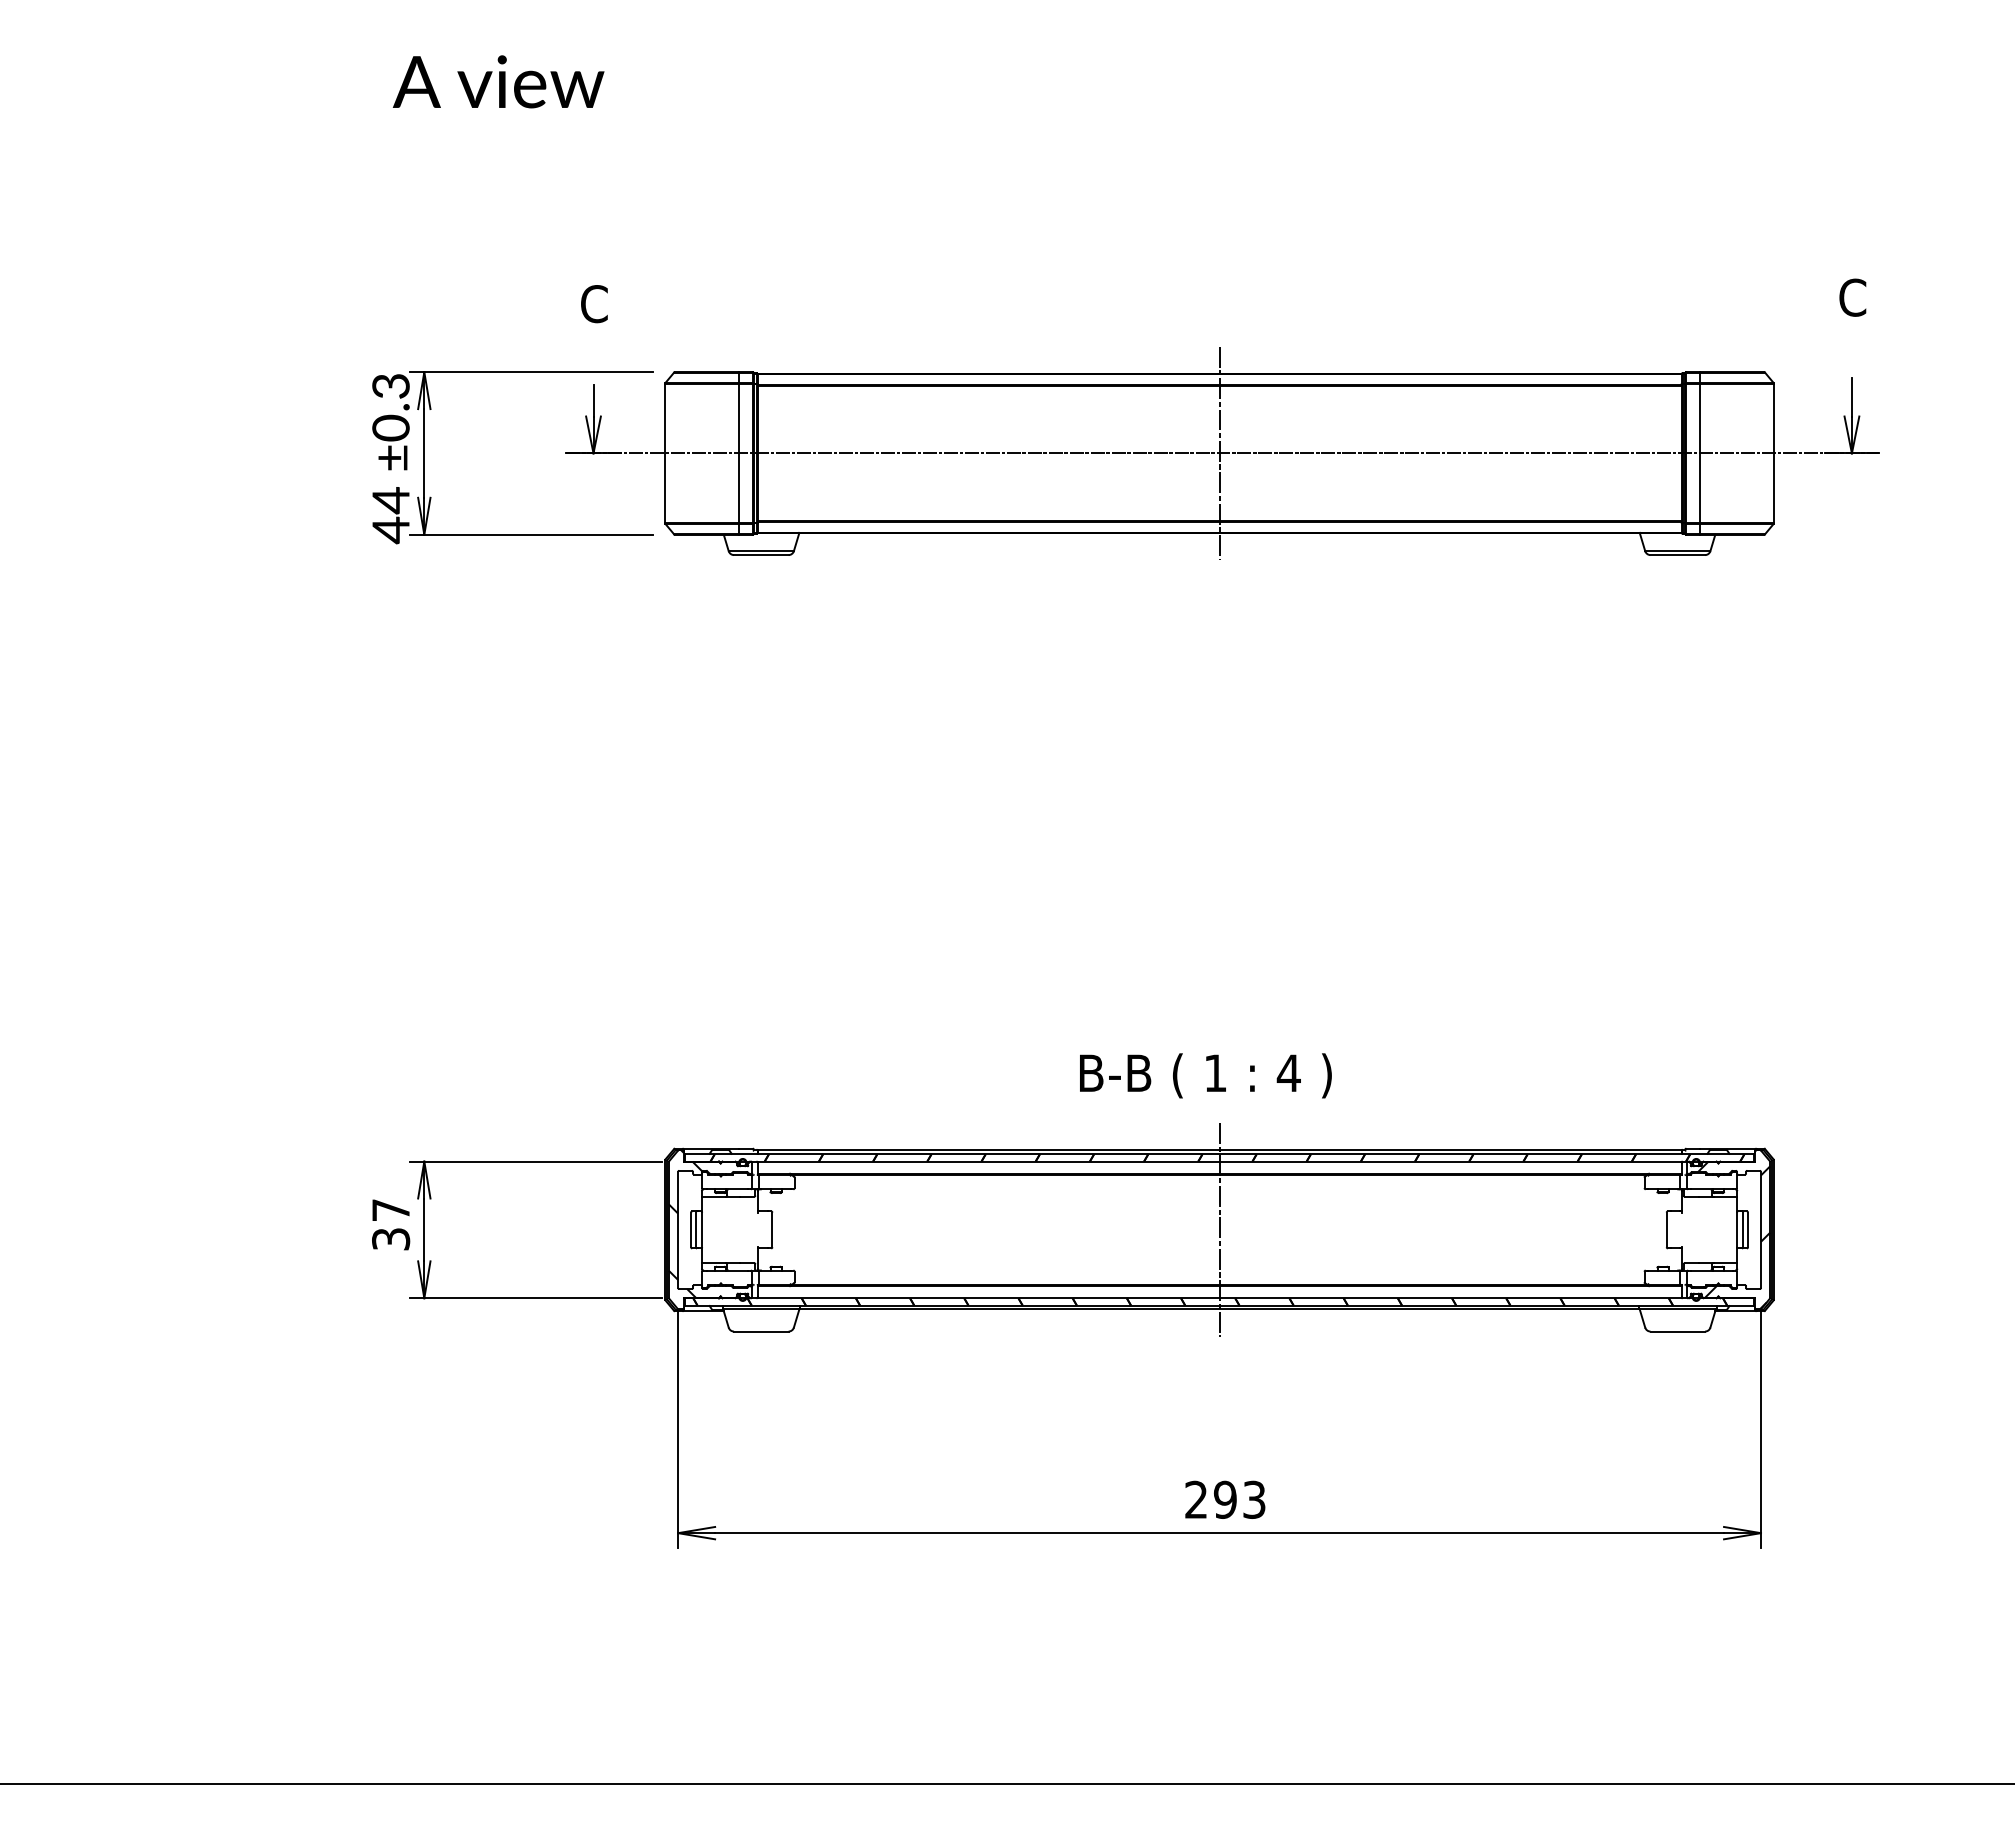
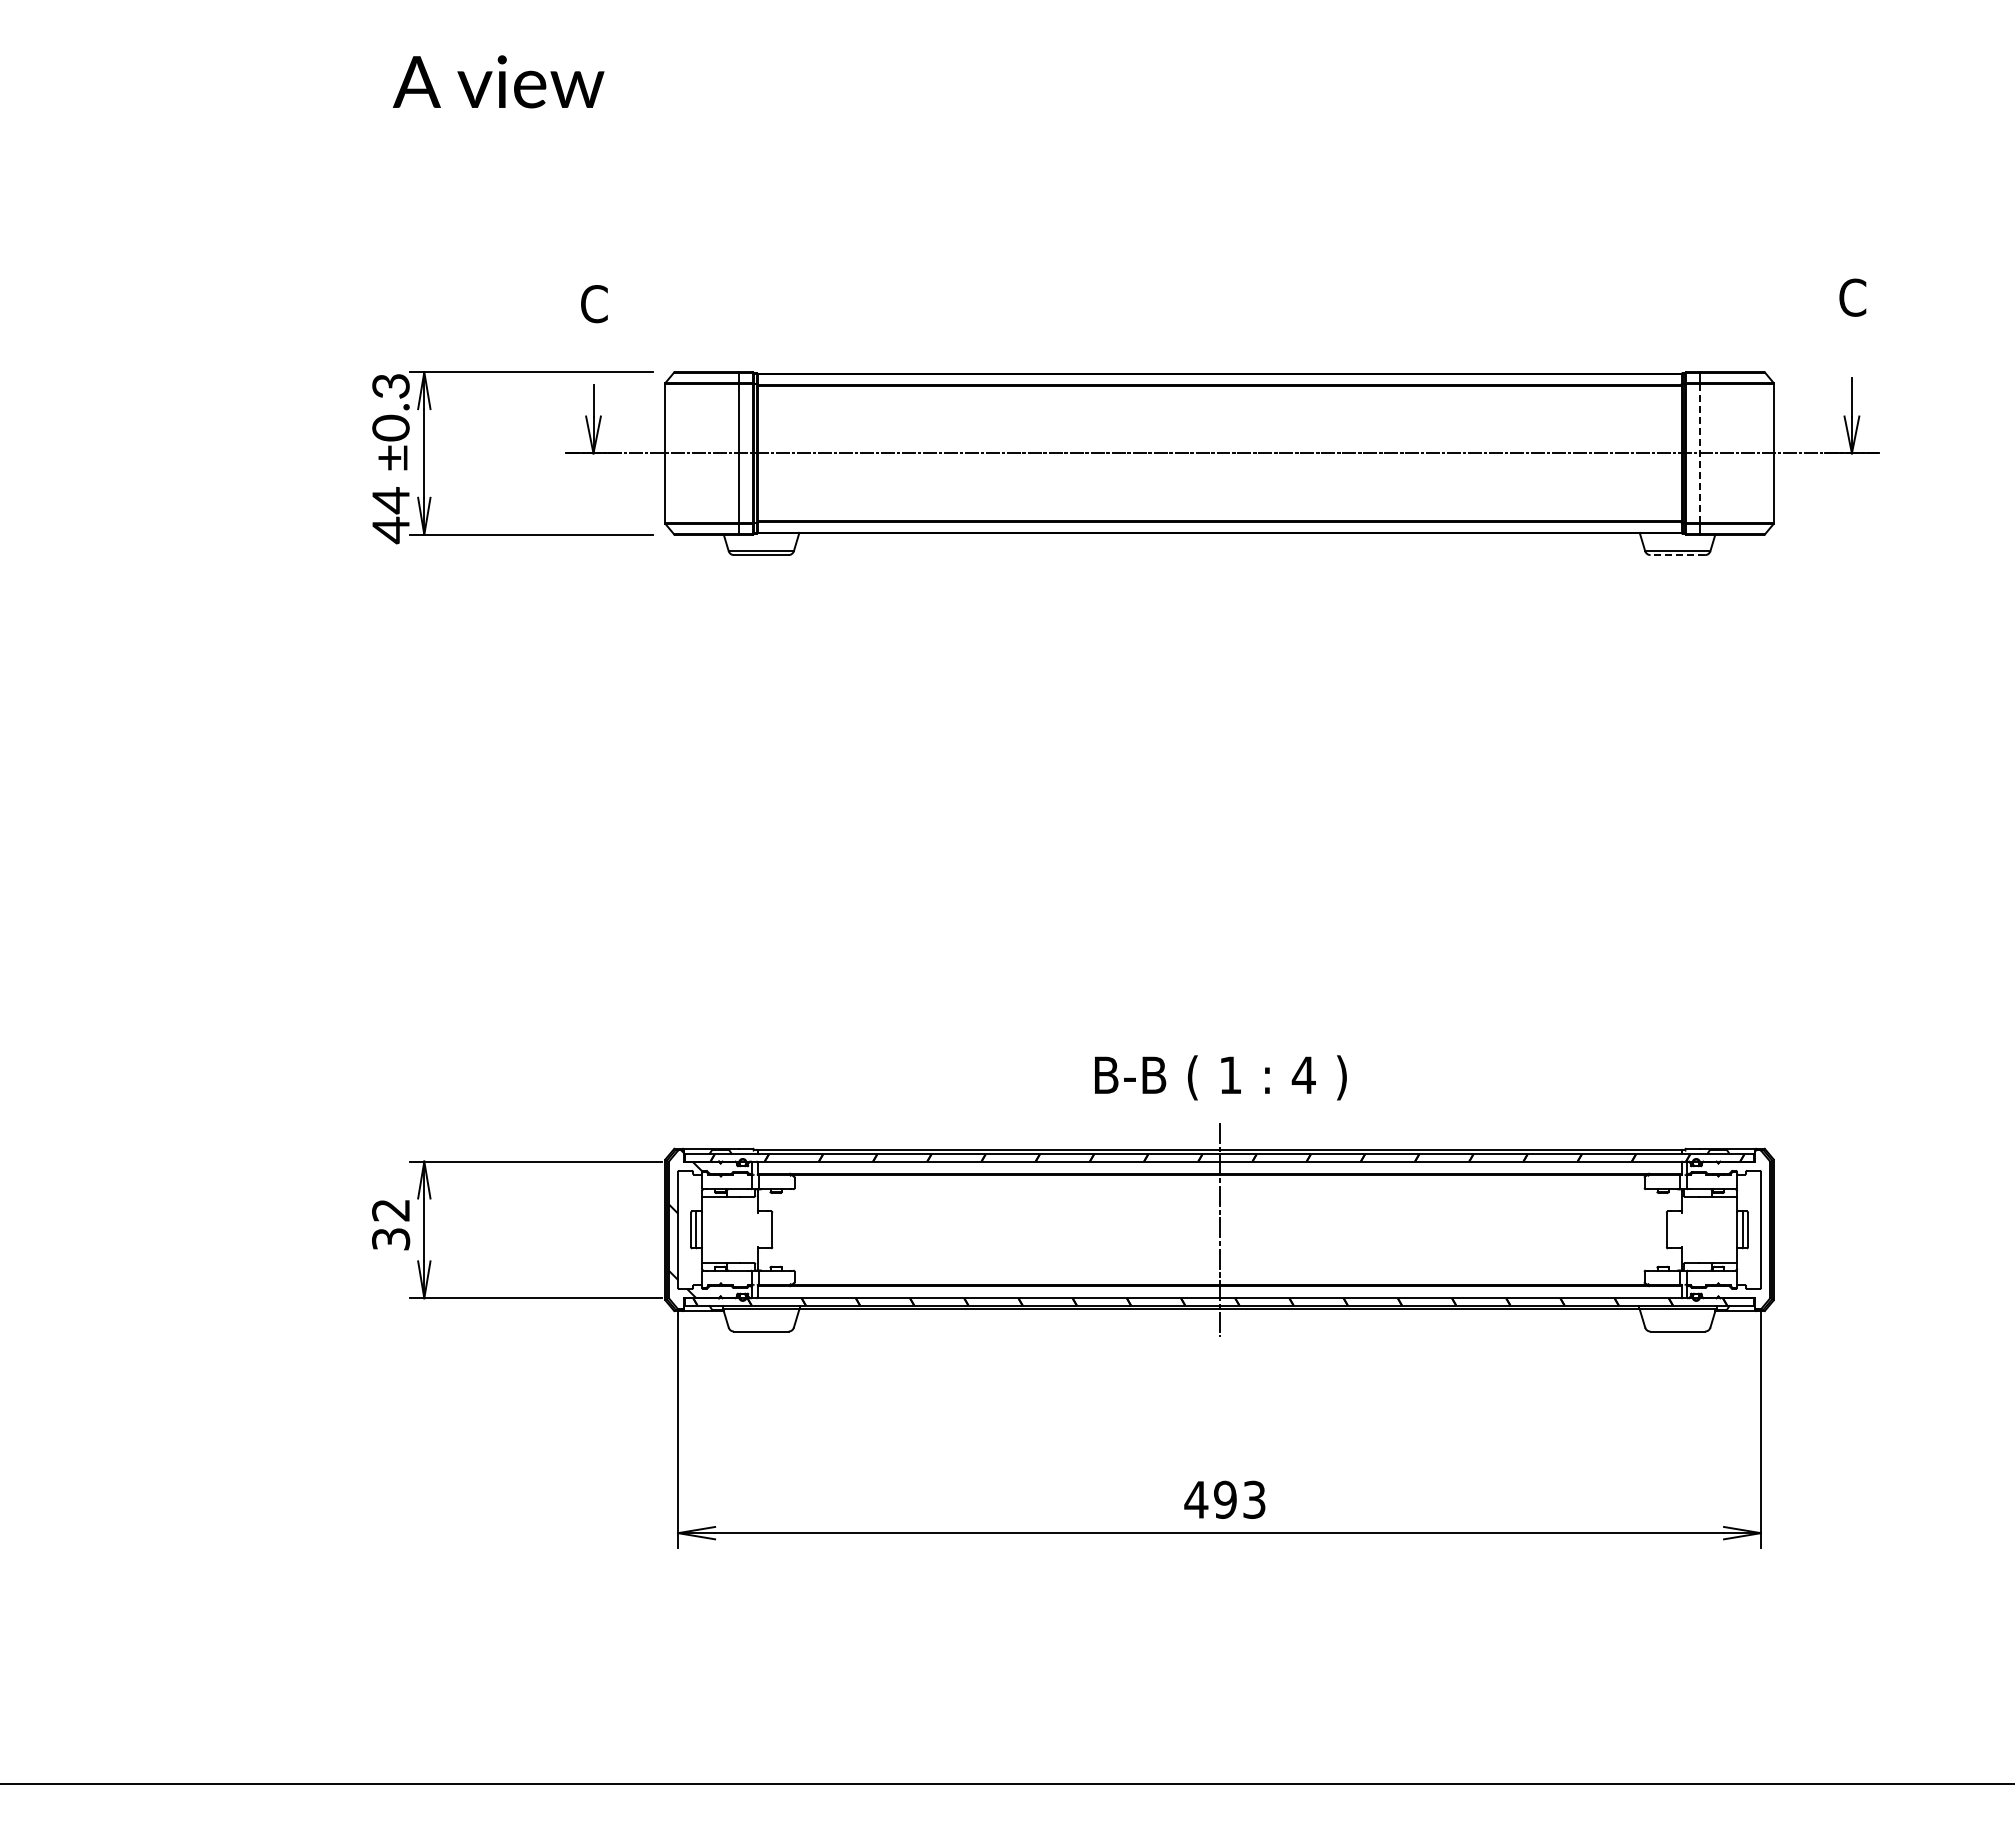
line at (1219, 453): present -> none
line at (1699, 453): solid -> dashed
line at (1677, 555): solid -> dashed
text at (1205, 1075) position: (1205, 1075) -> (1220, 1077)
text at (390, 1210): 37 -> 32
hatch at (1734, 1235): present -> none
text at (1196, 1499): 293 -> 493
